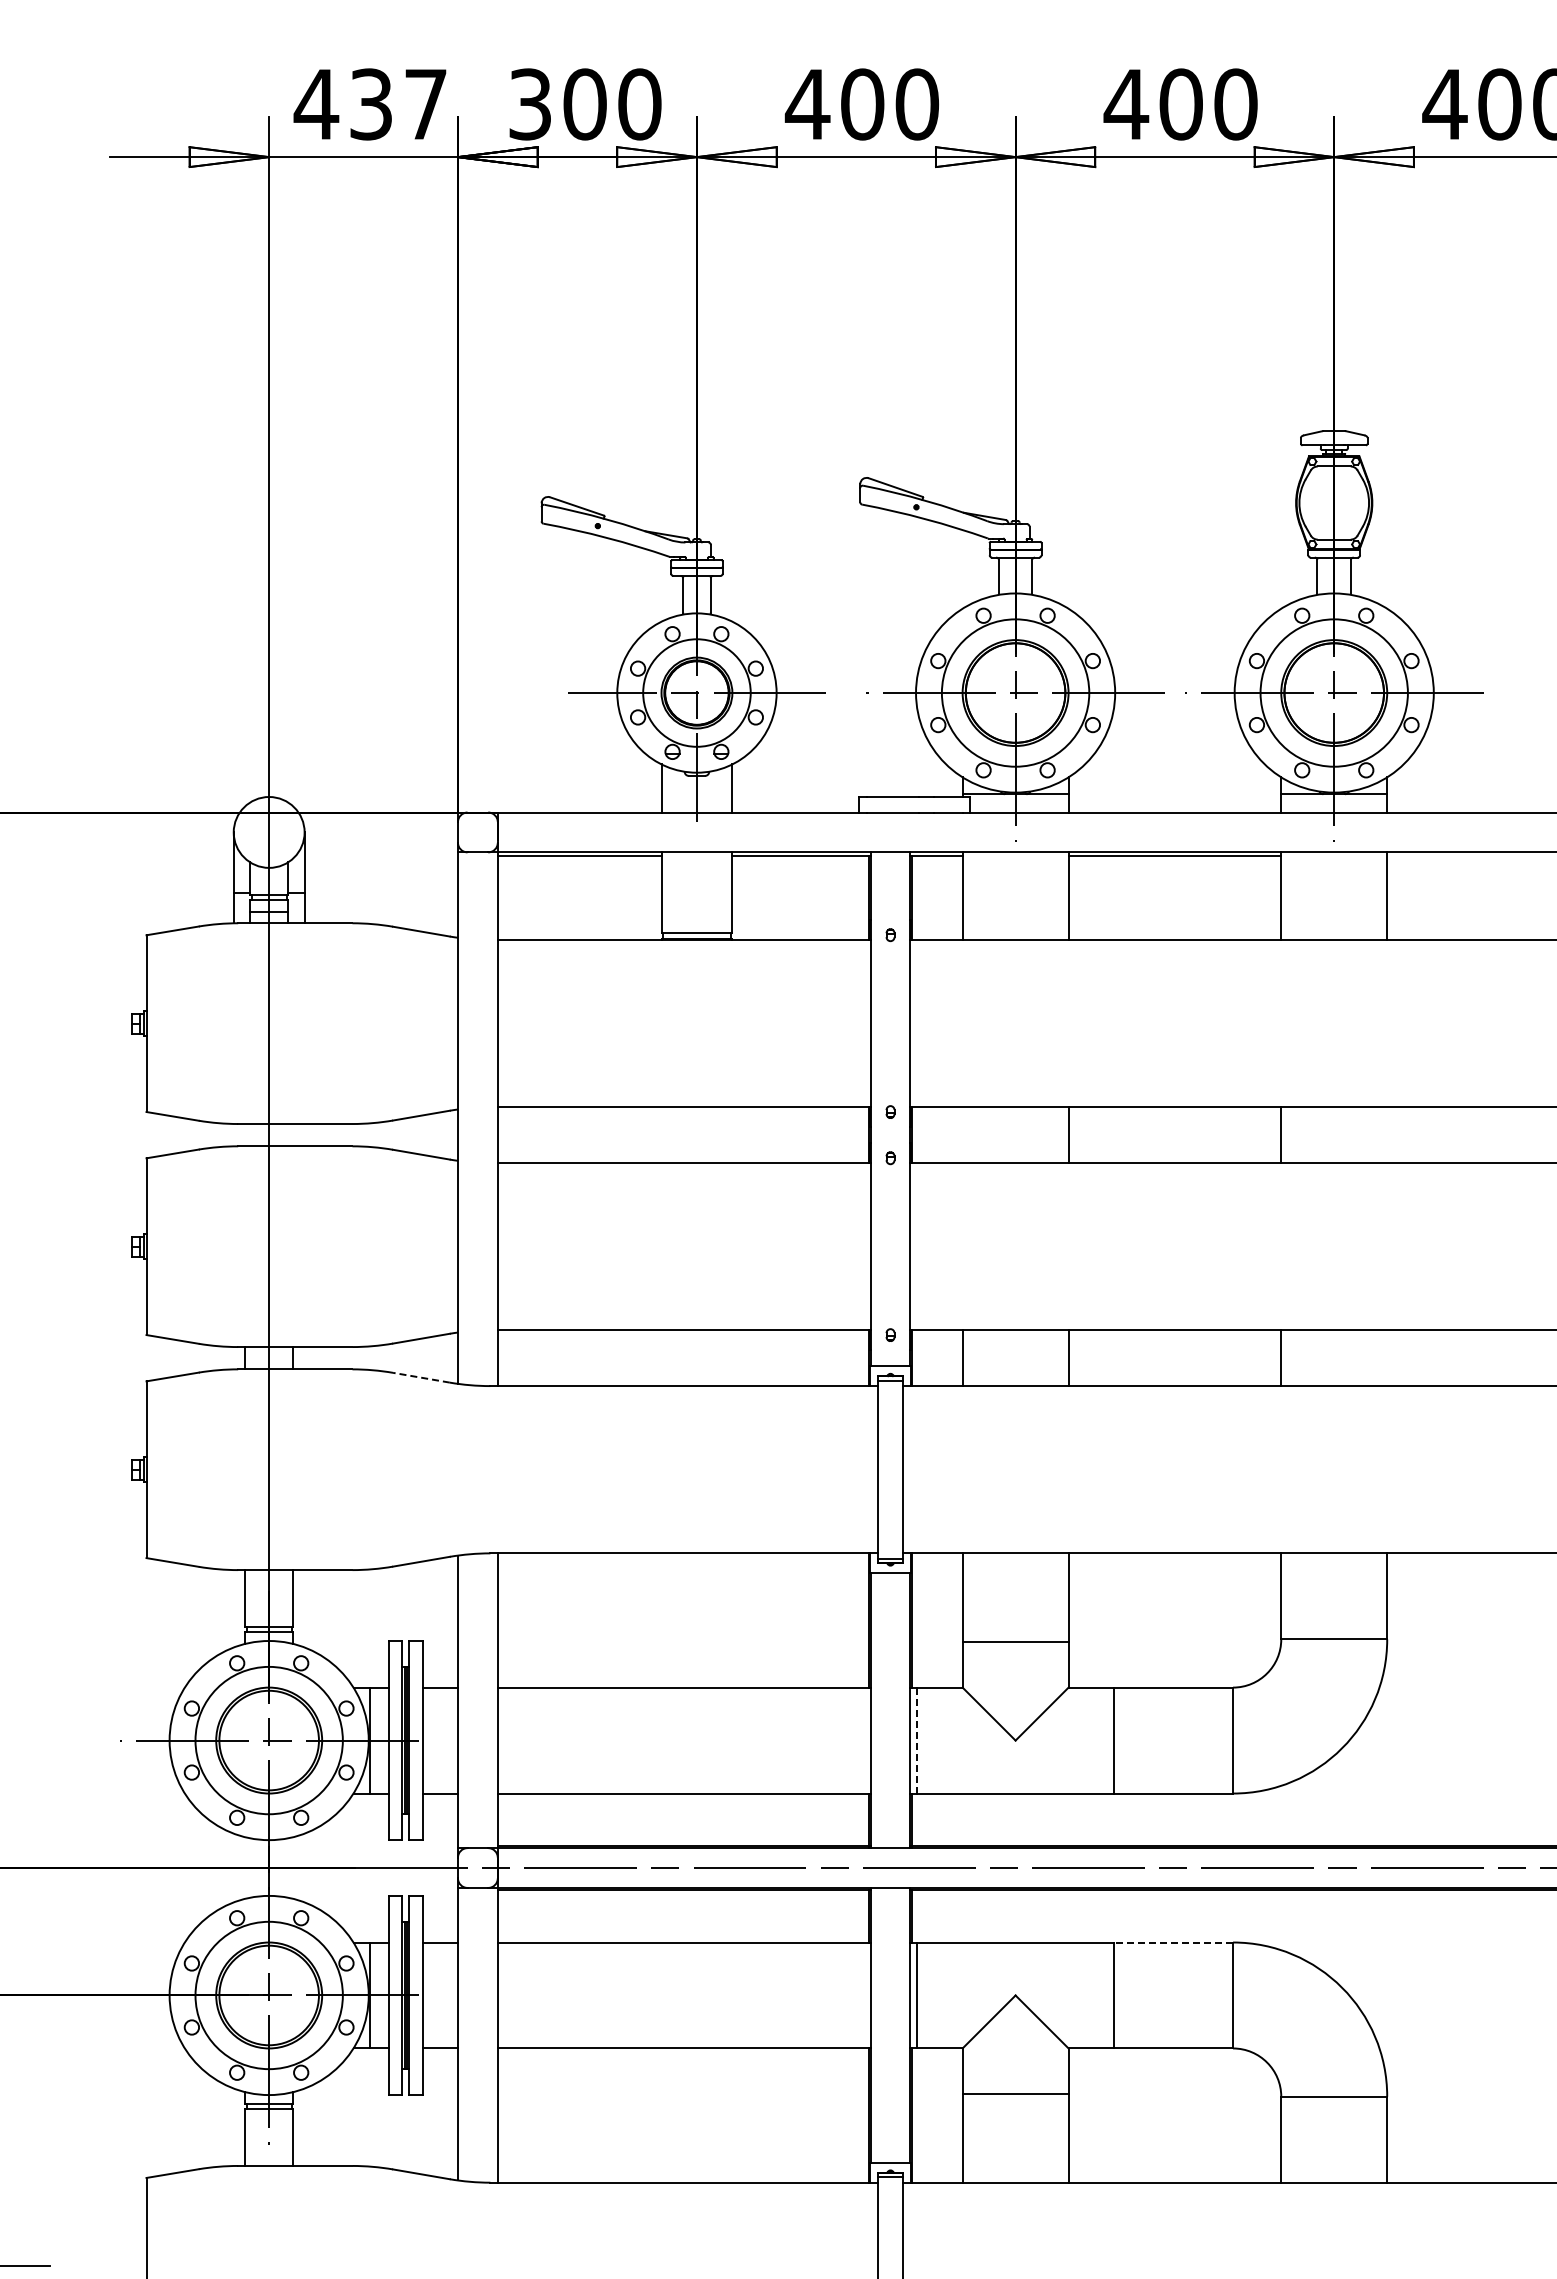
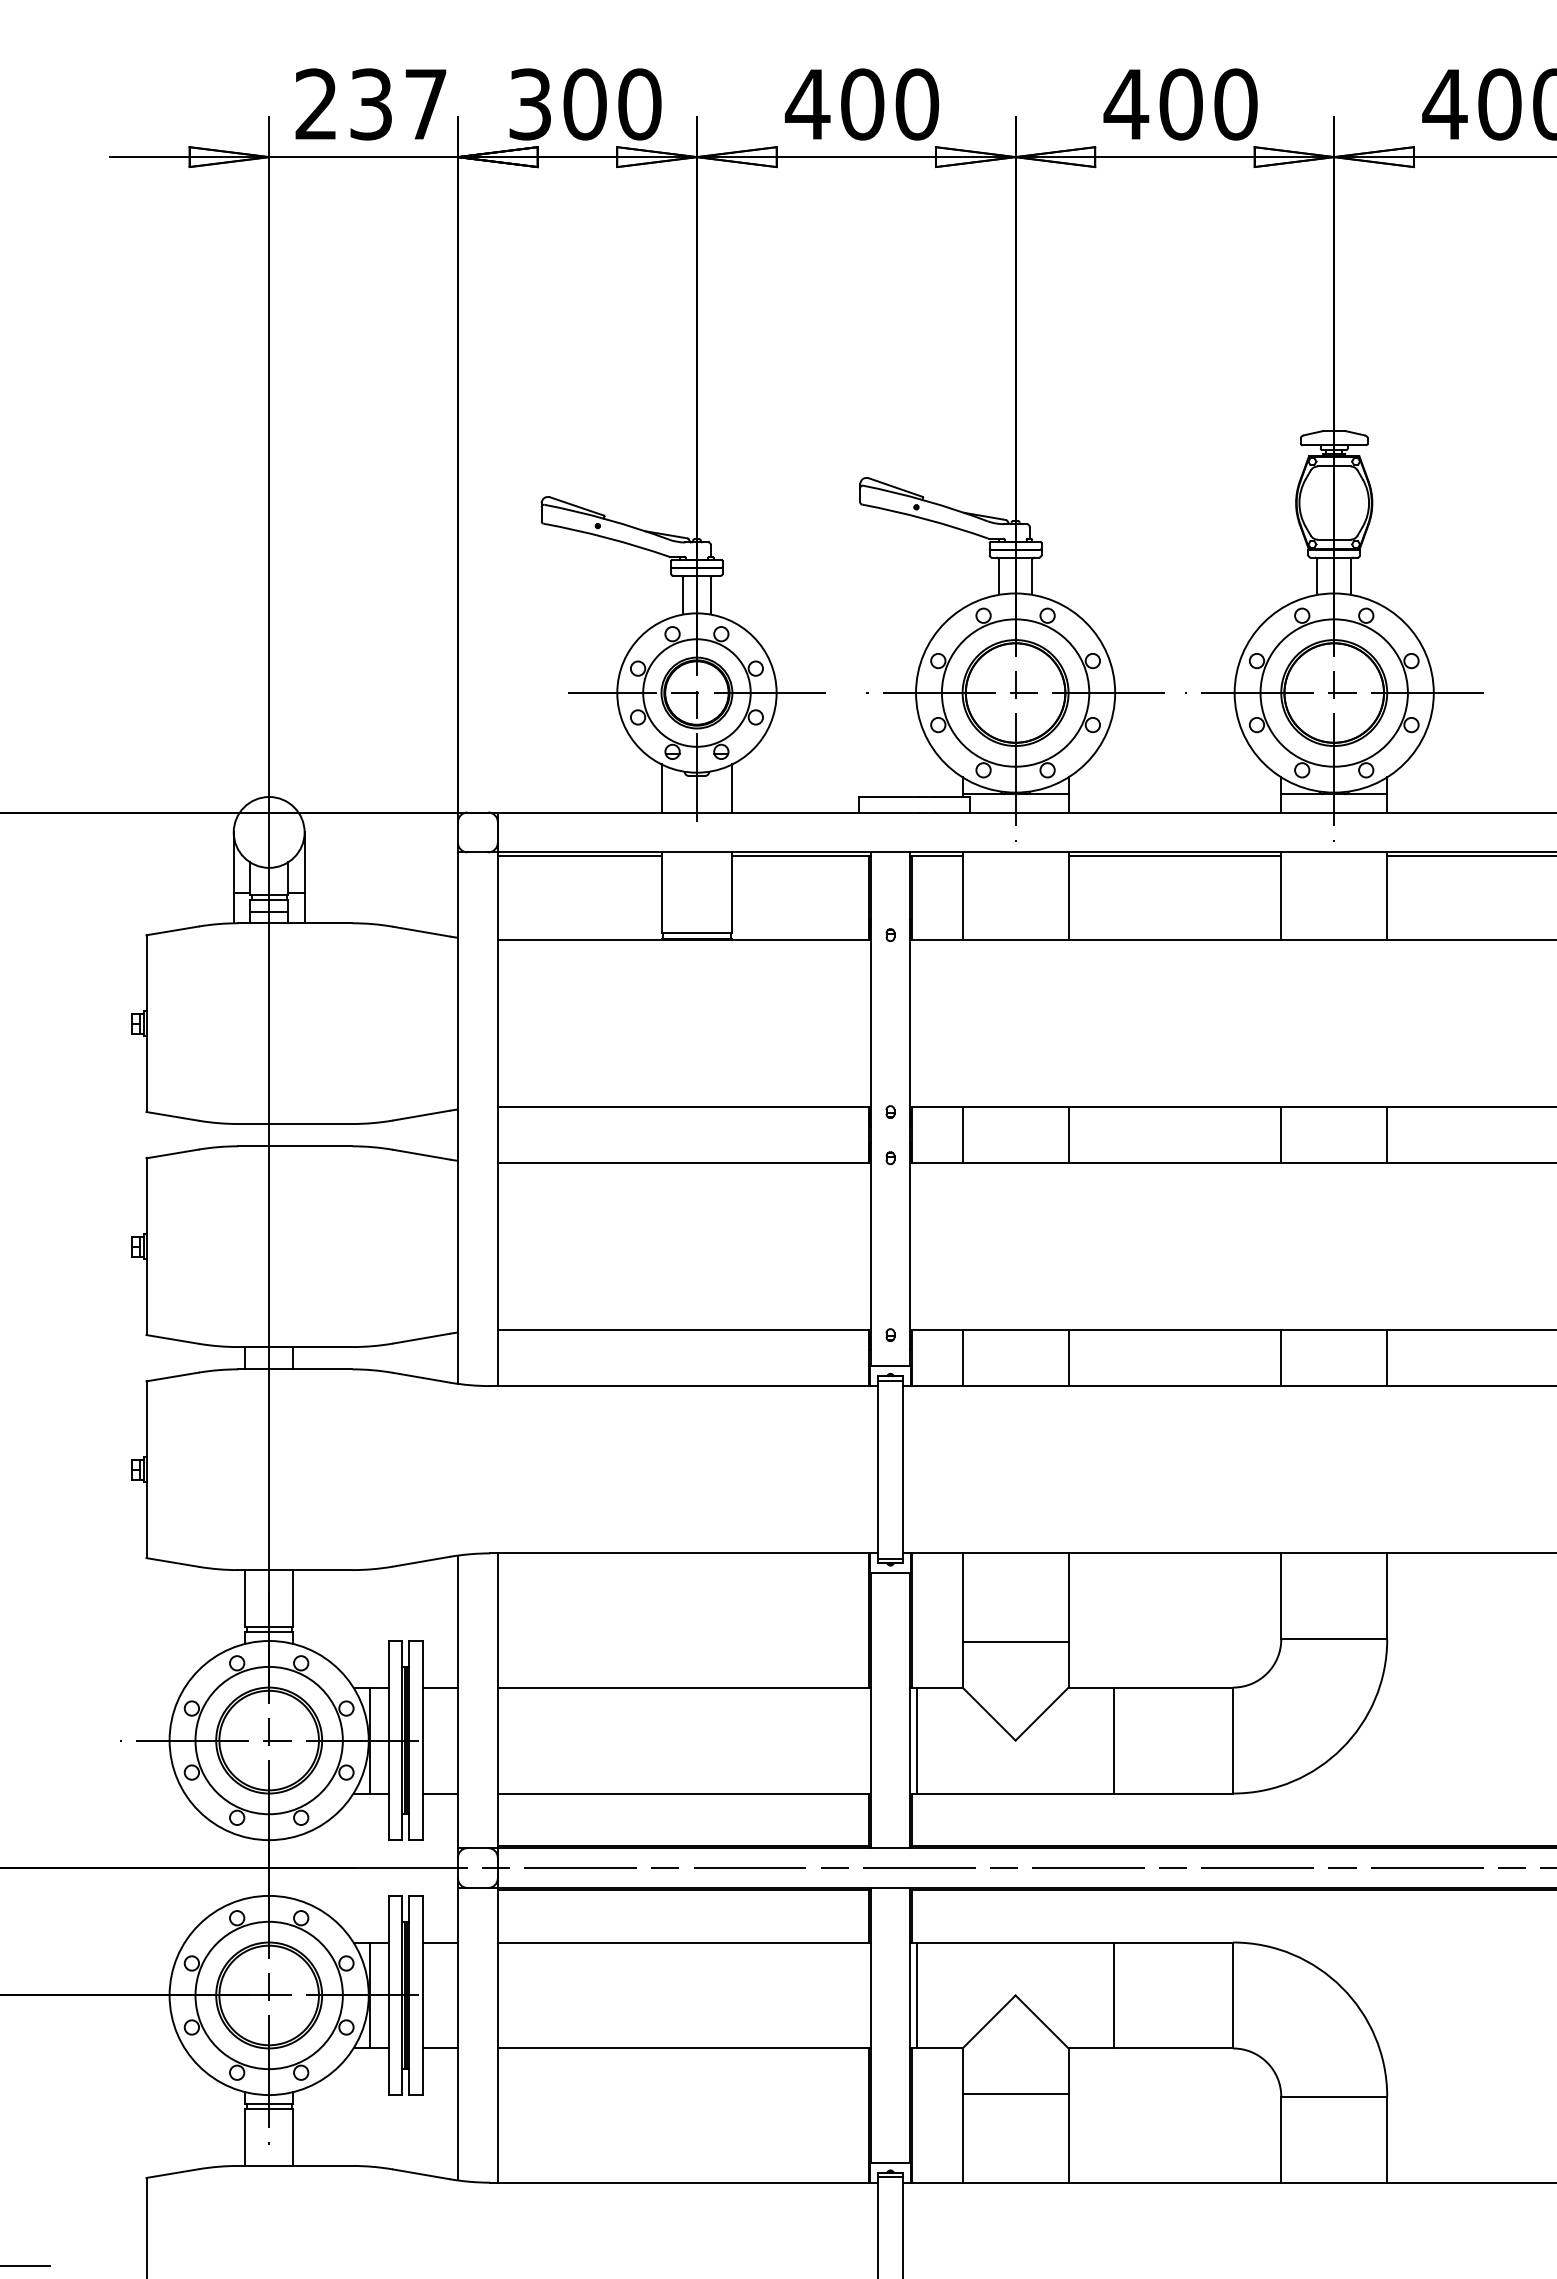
text at (316, 103): 437 -> 237
line at (1470, 856): none -> present
line at (962, 1135): none -> present
line at (1387, 1135): none -> present
line at (1387, 1358): none -> present
line at (421, 1377): dashed -> solid
line at (916, 1740): dashed -> solid
line at (1173, 1942): dashed -> solid
